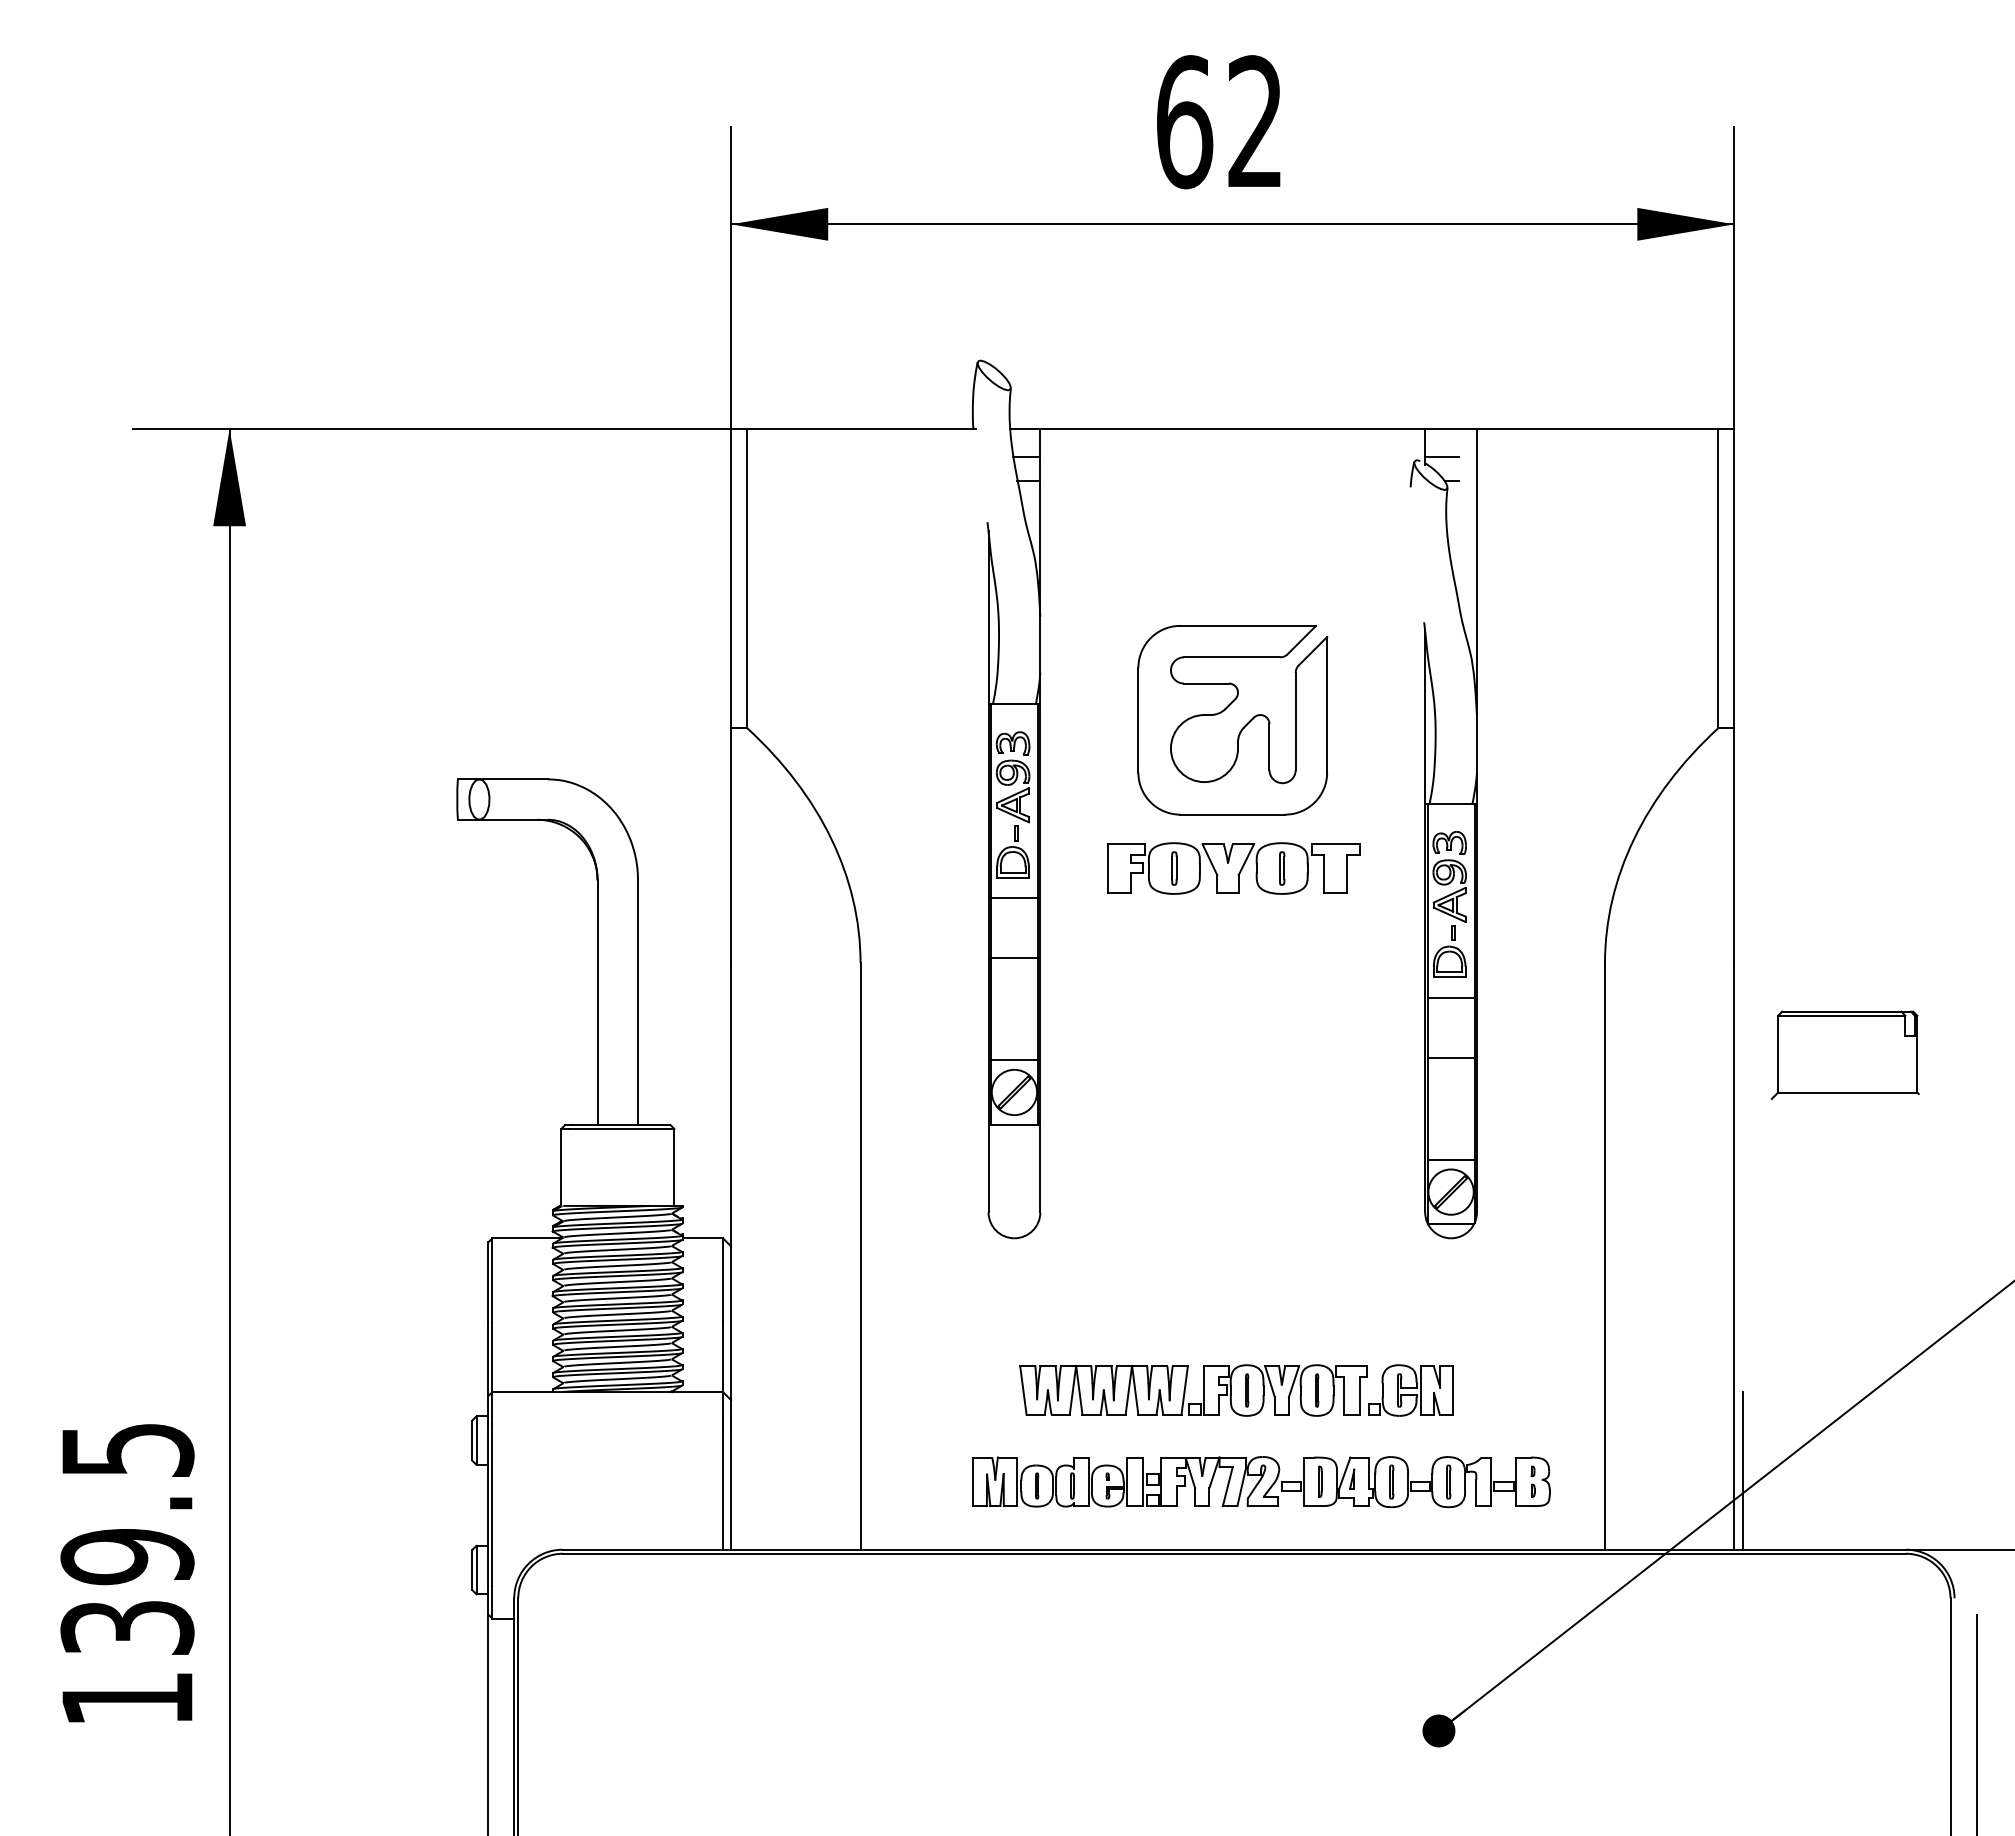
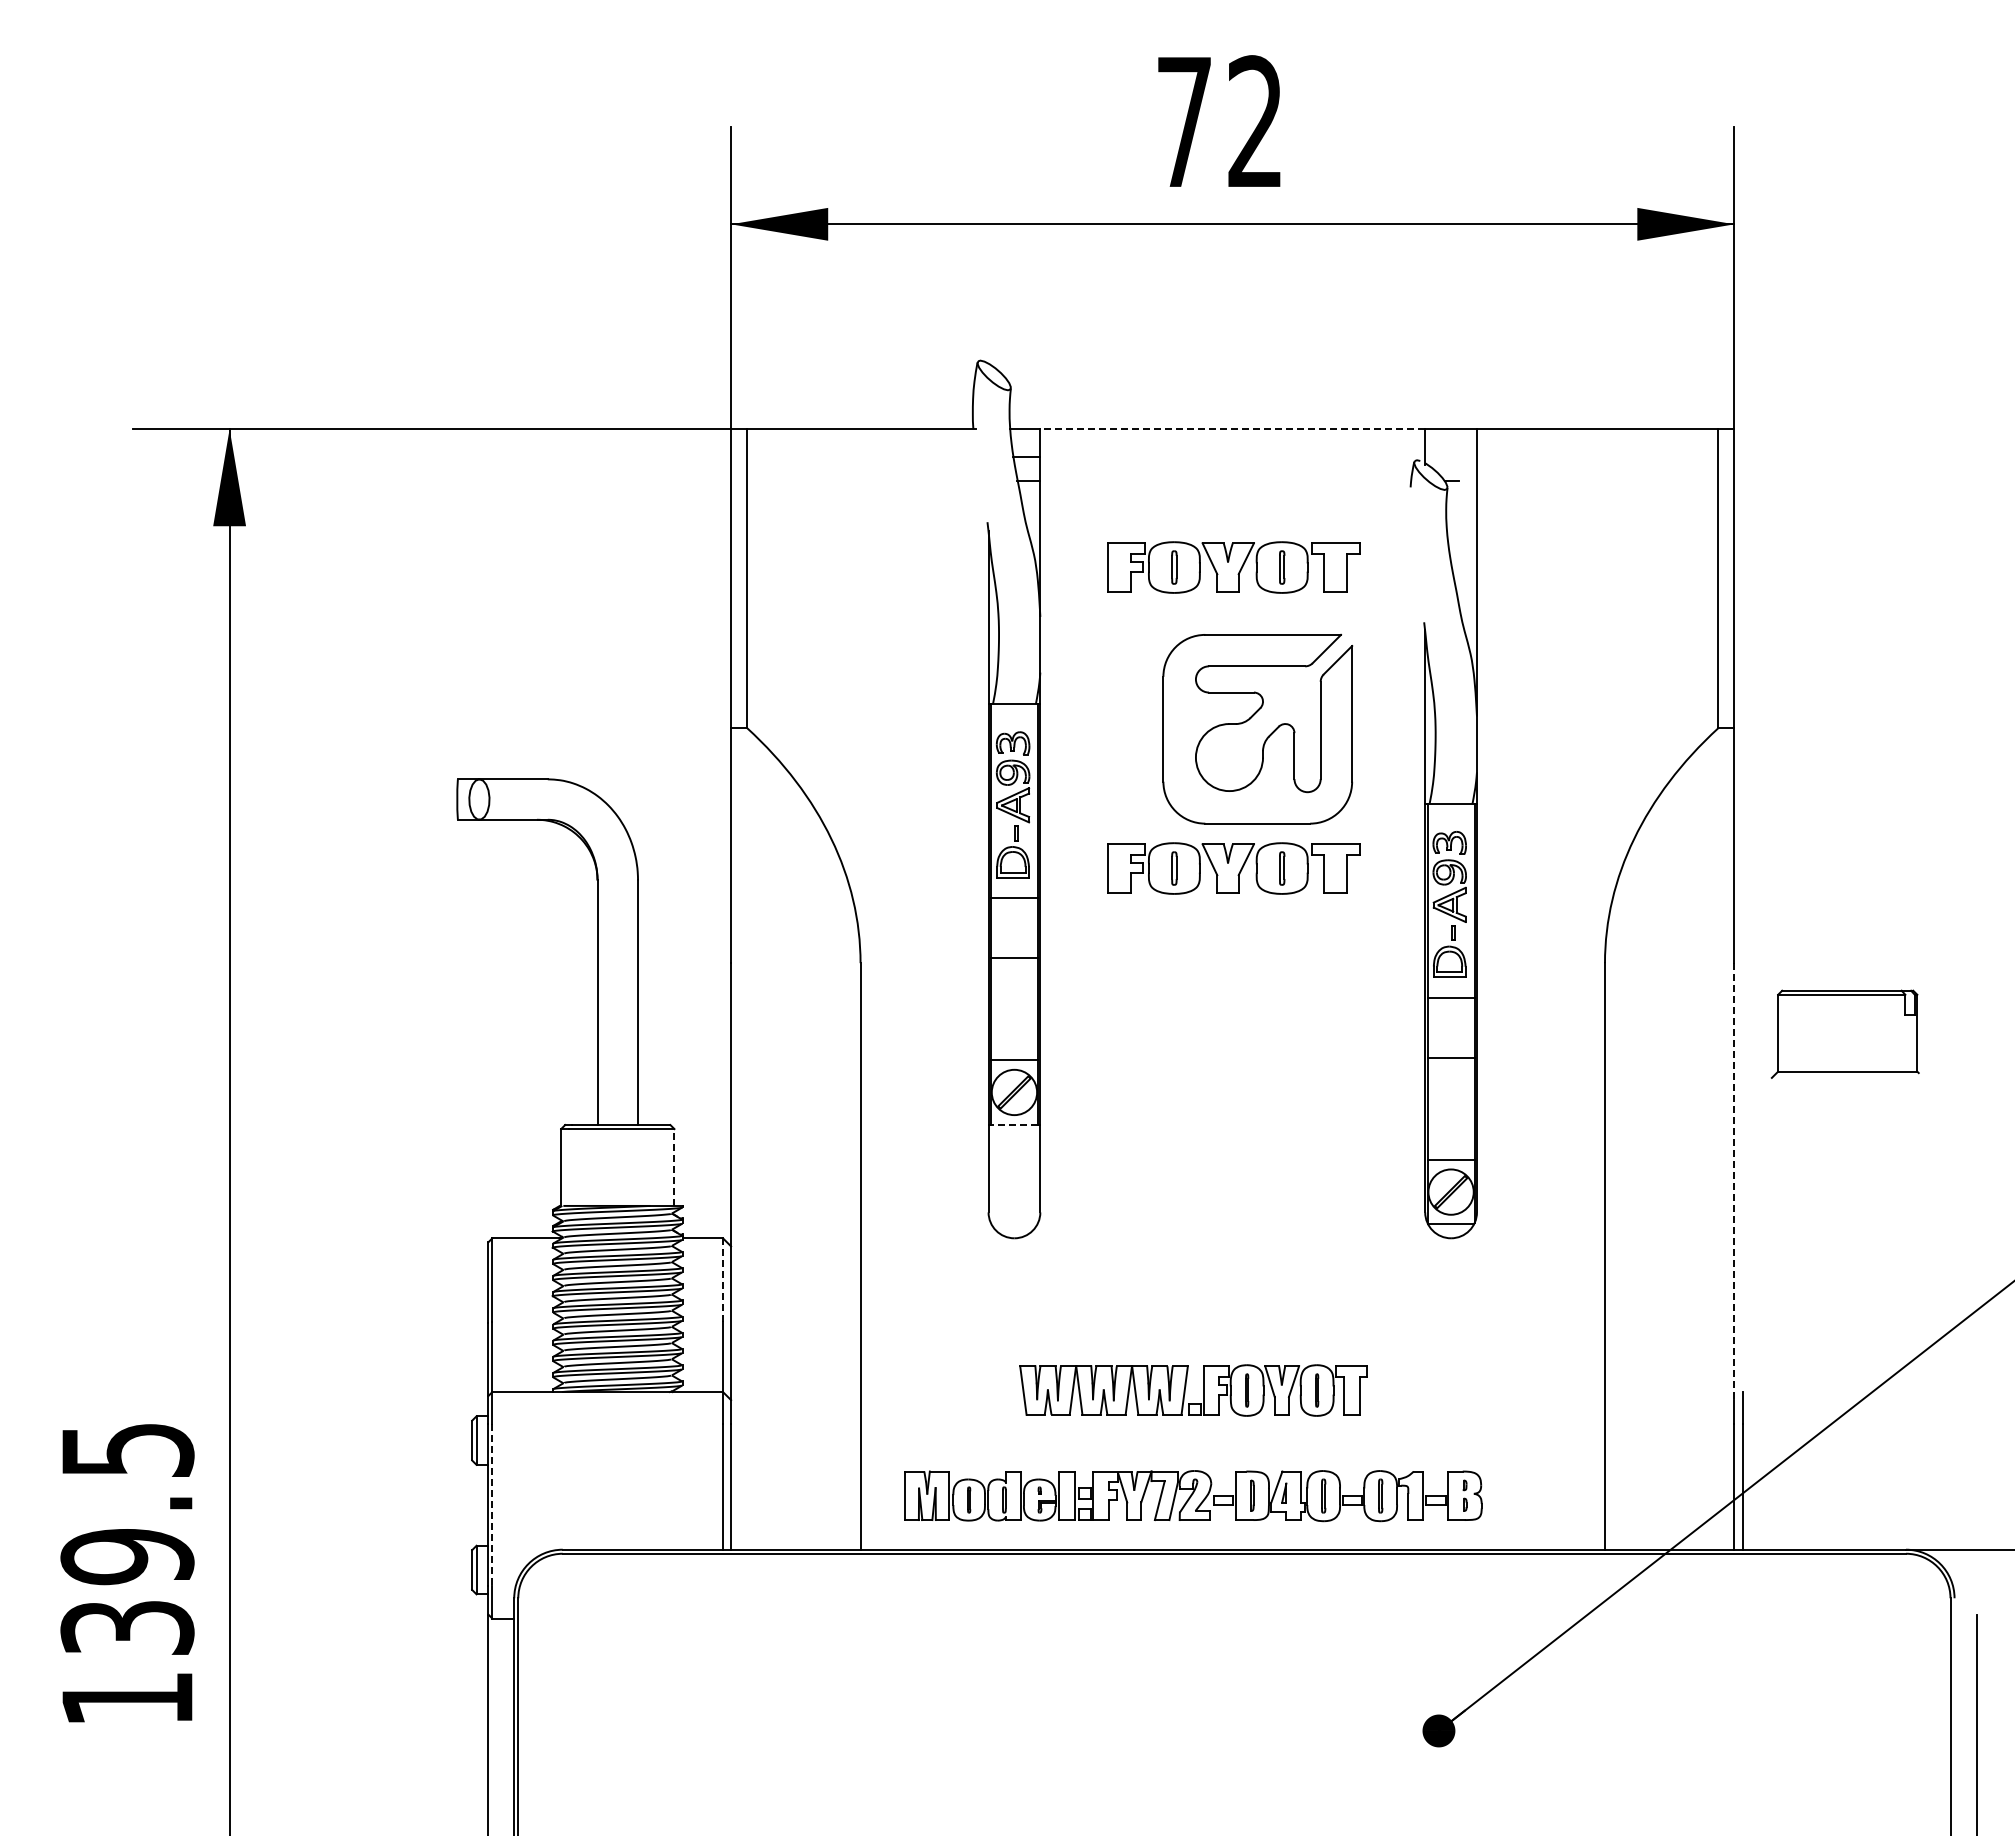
text at (1185, 122): 62 -> 72
line at (1232, 429): solid -> dashed
line at (1441, 456): present -> none
part at (1233, 567): none -> present
part at (1224, 711) position: (1224, 711) -> (1249, 720)
part at (1844, 1054) position: (1844, 1054) -> (1844, 1033)
line at (1013, 1124): solid -> dashed
line at (674, 1167): solid -> dashed
line at (1734, 1182): solid -> dashed
line at (723, 1280): solid -> dashed
part at (1410, 1390): present -> none
part at (1261, 1482) position: (1261, 1482) -> (1193, 1496)
line at (492, 1505): solid -> dashed
